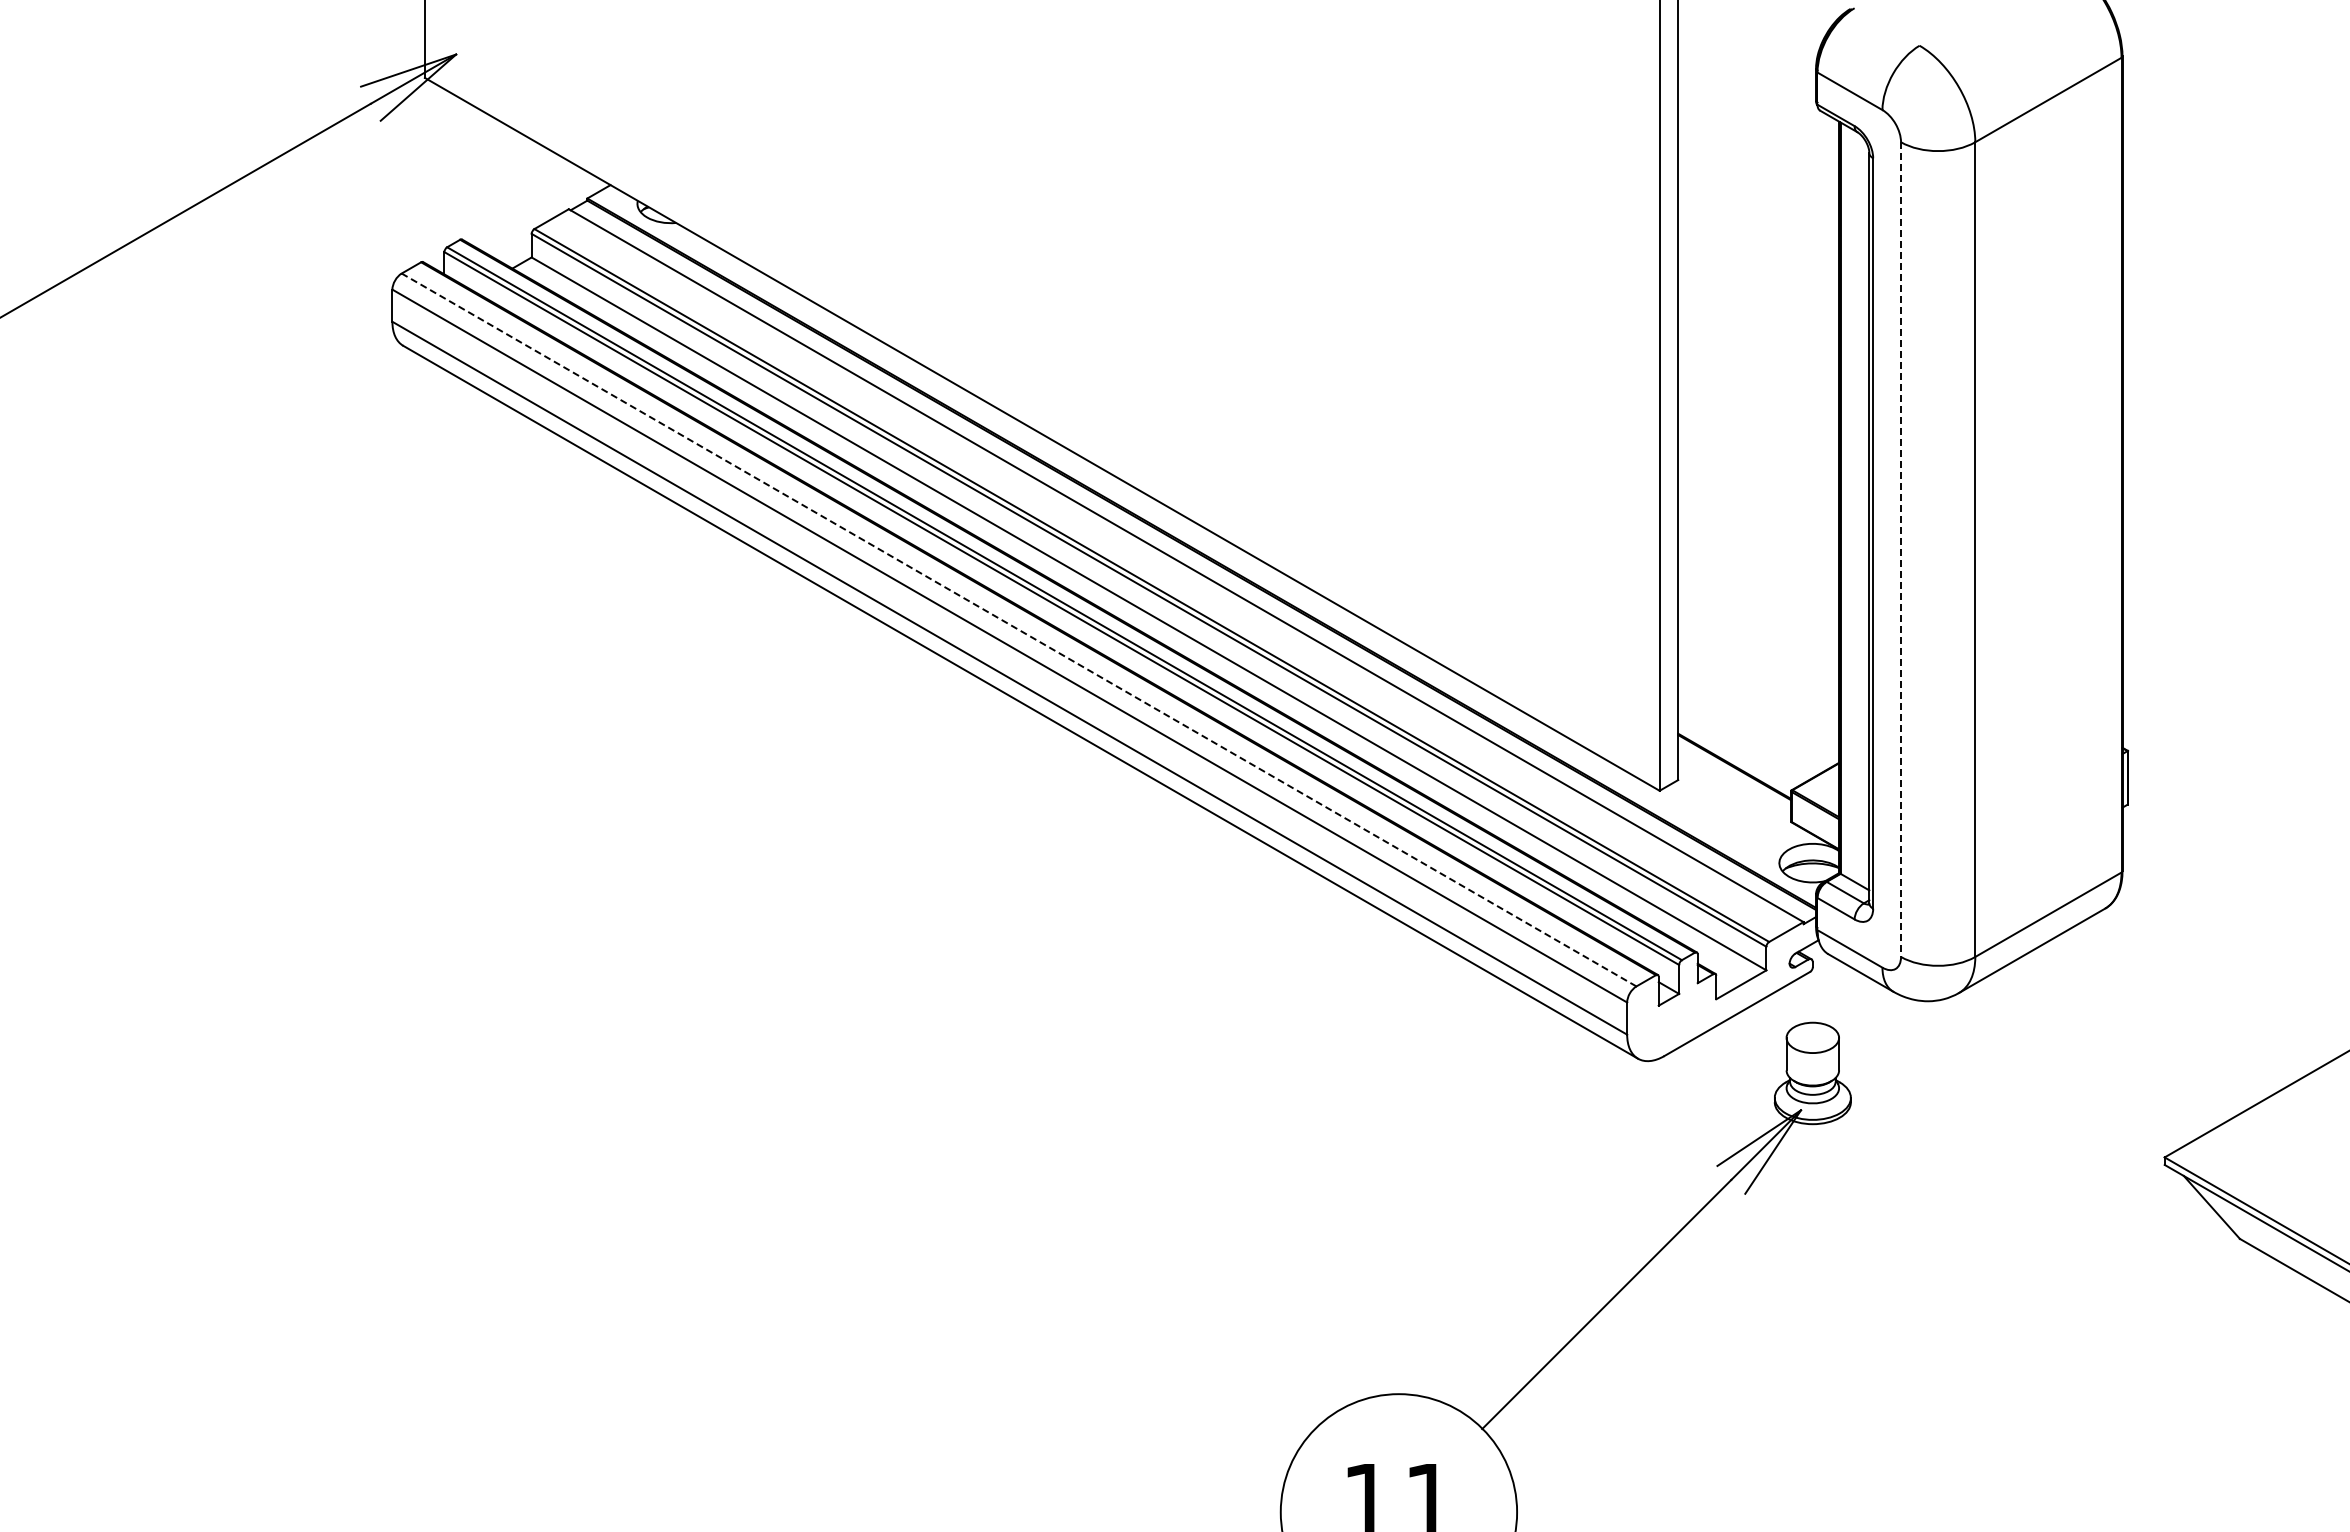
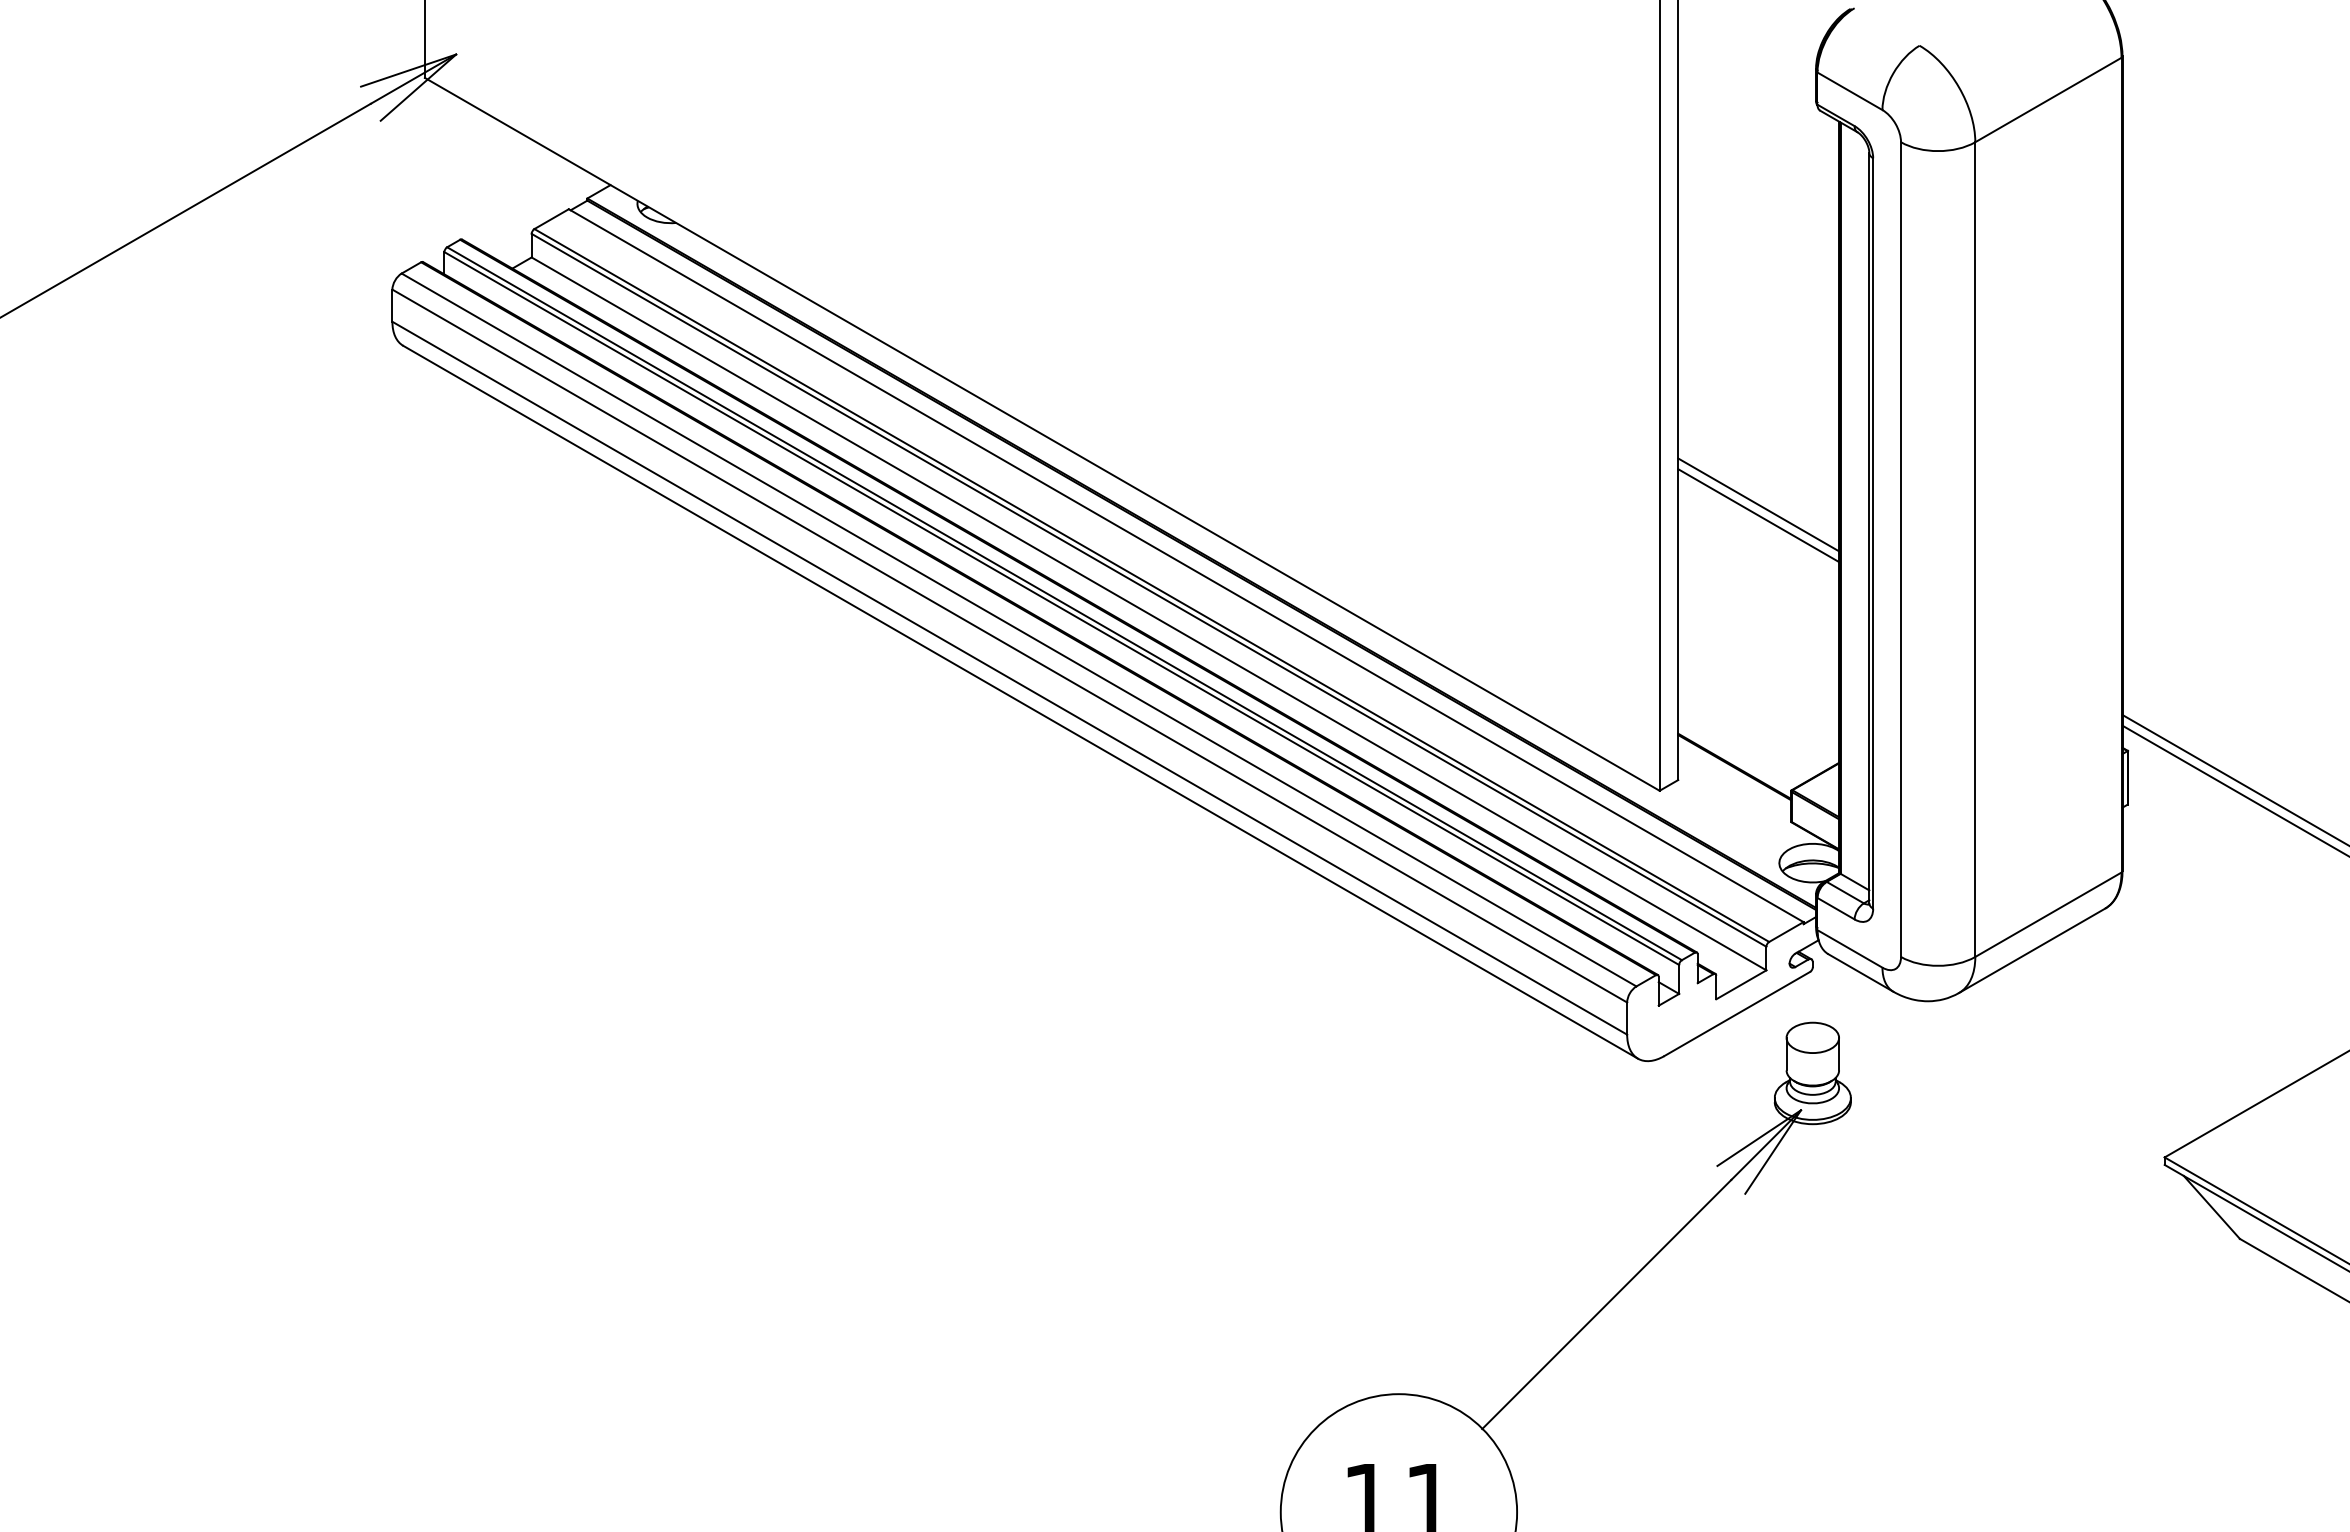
line at (1758, 504): none -> present
line at (1758, 515): none -> present
line at (1901, 550): dashed -> solid
line at (1019, 630): dashed -> solid
line at (2234, 779): none -> present
line at (2234, 790): none -> present
